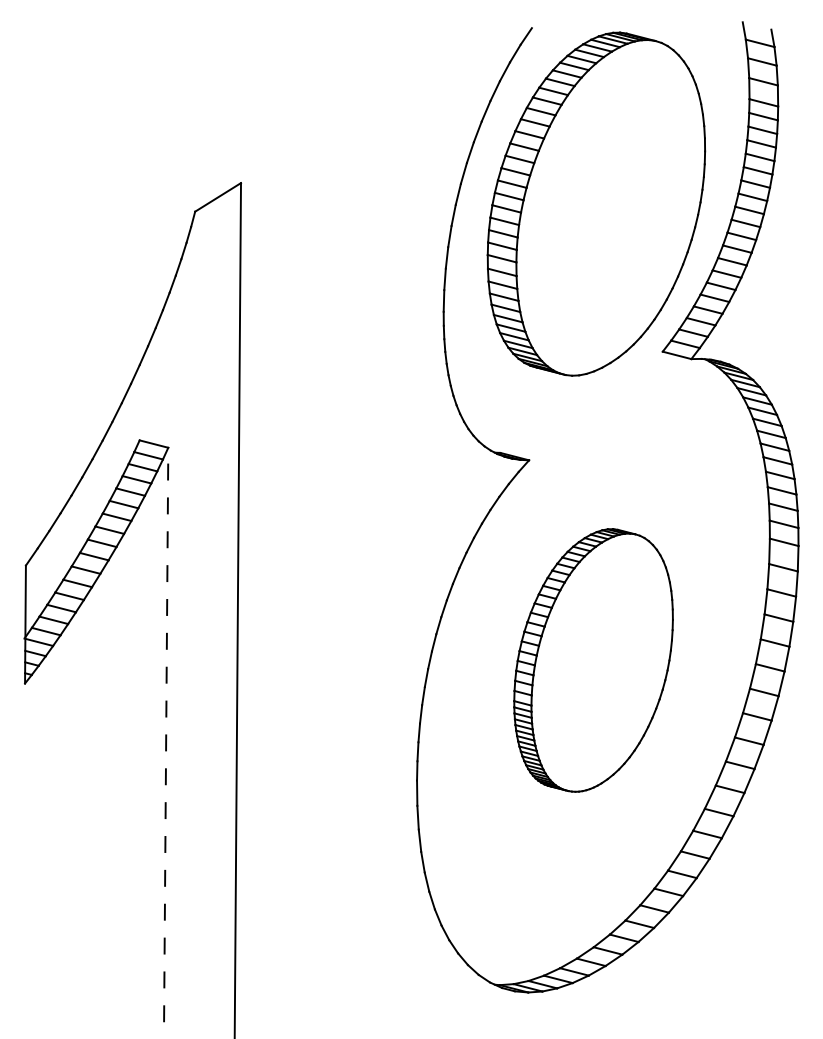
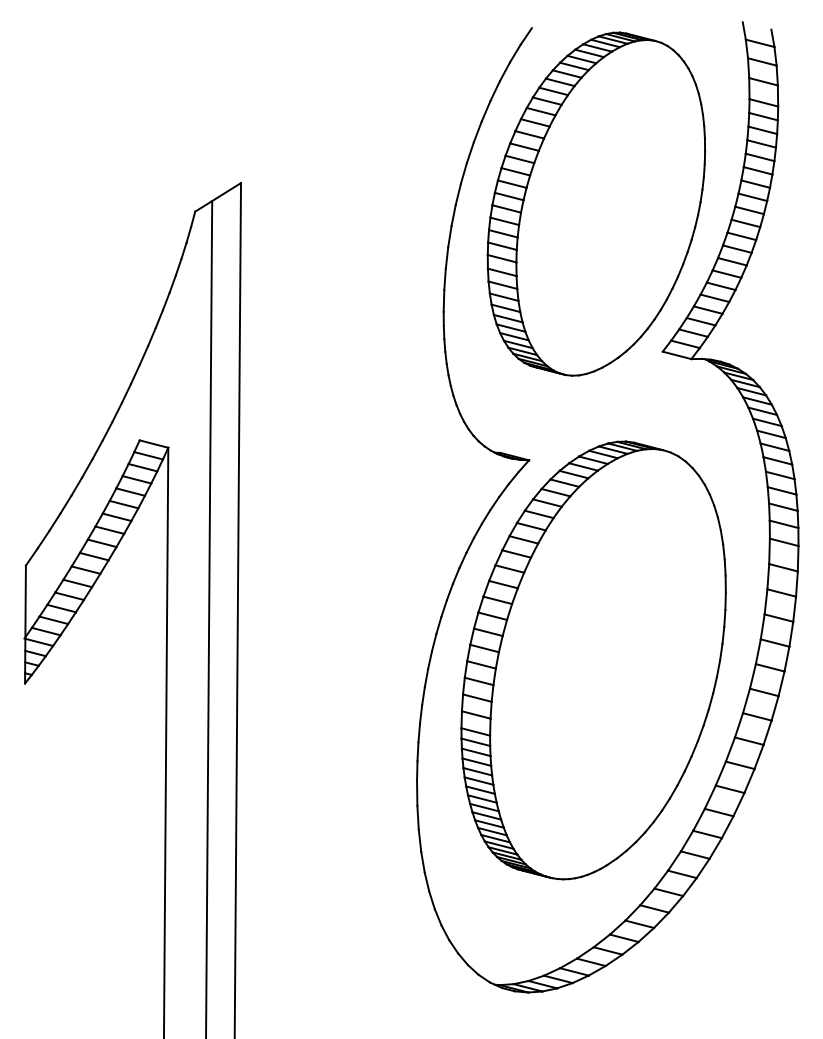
line at (209, 618): none -> present
part at (593, 660) size: 161x265 px -> 267x441 px
line at (166, 742): dashed -> solid
